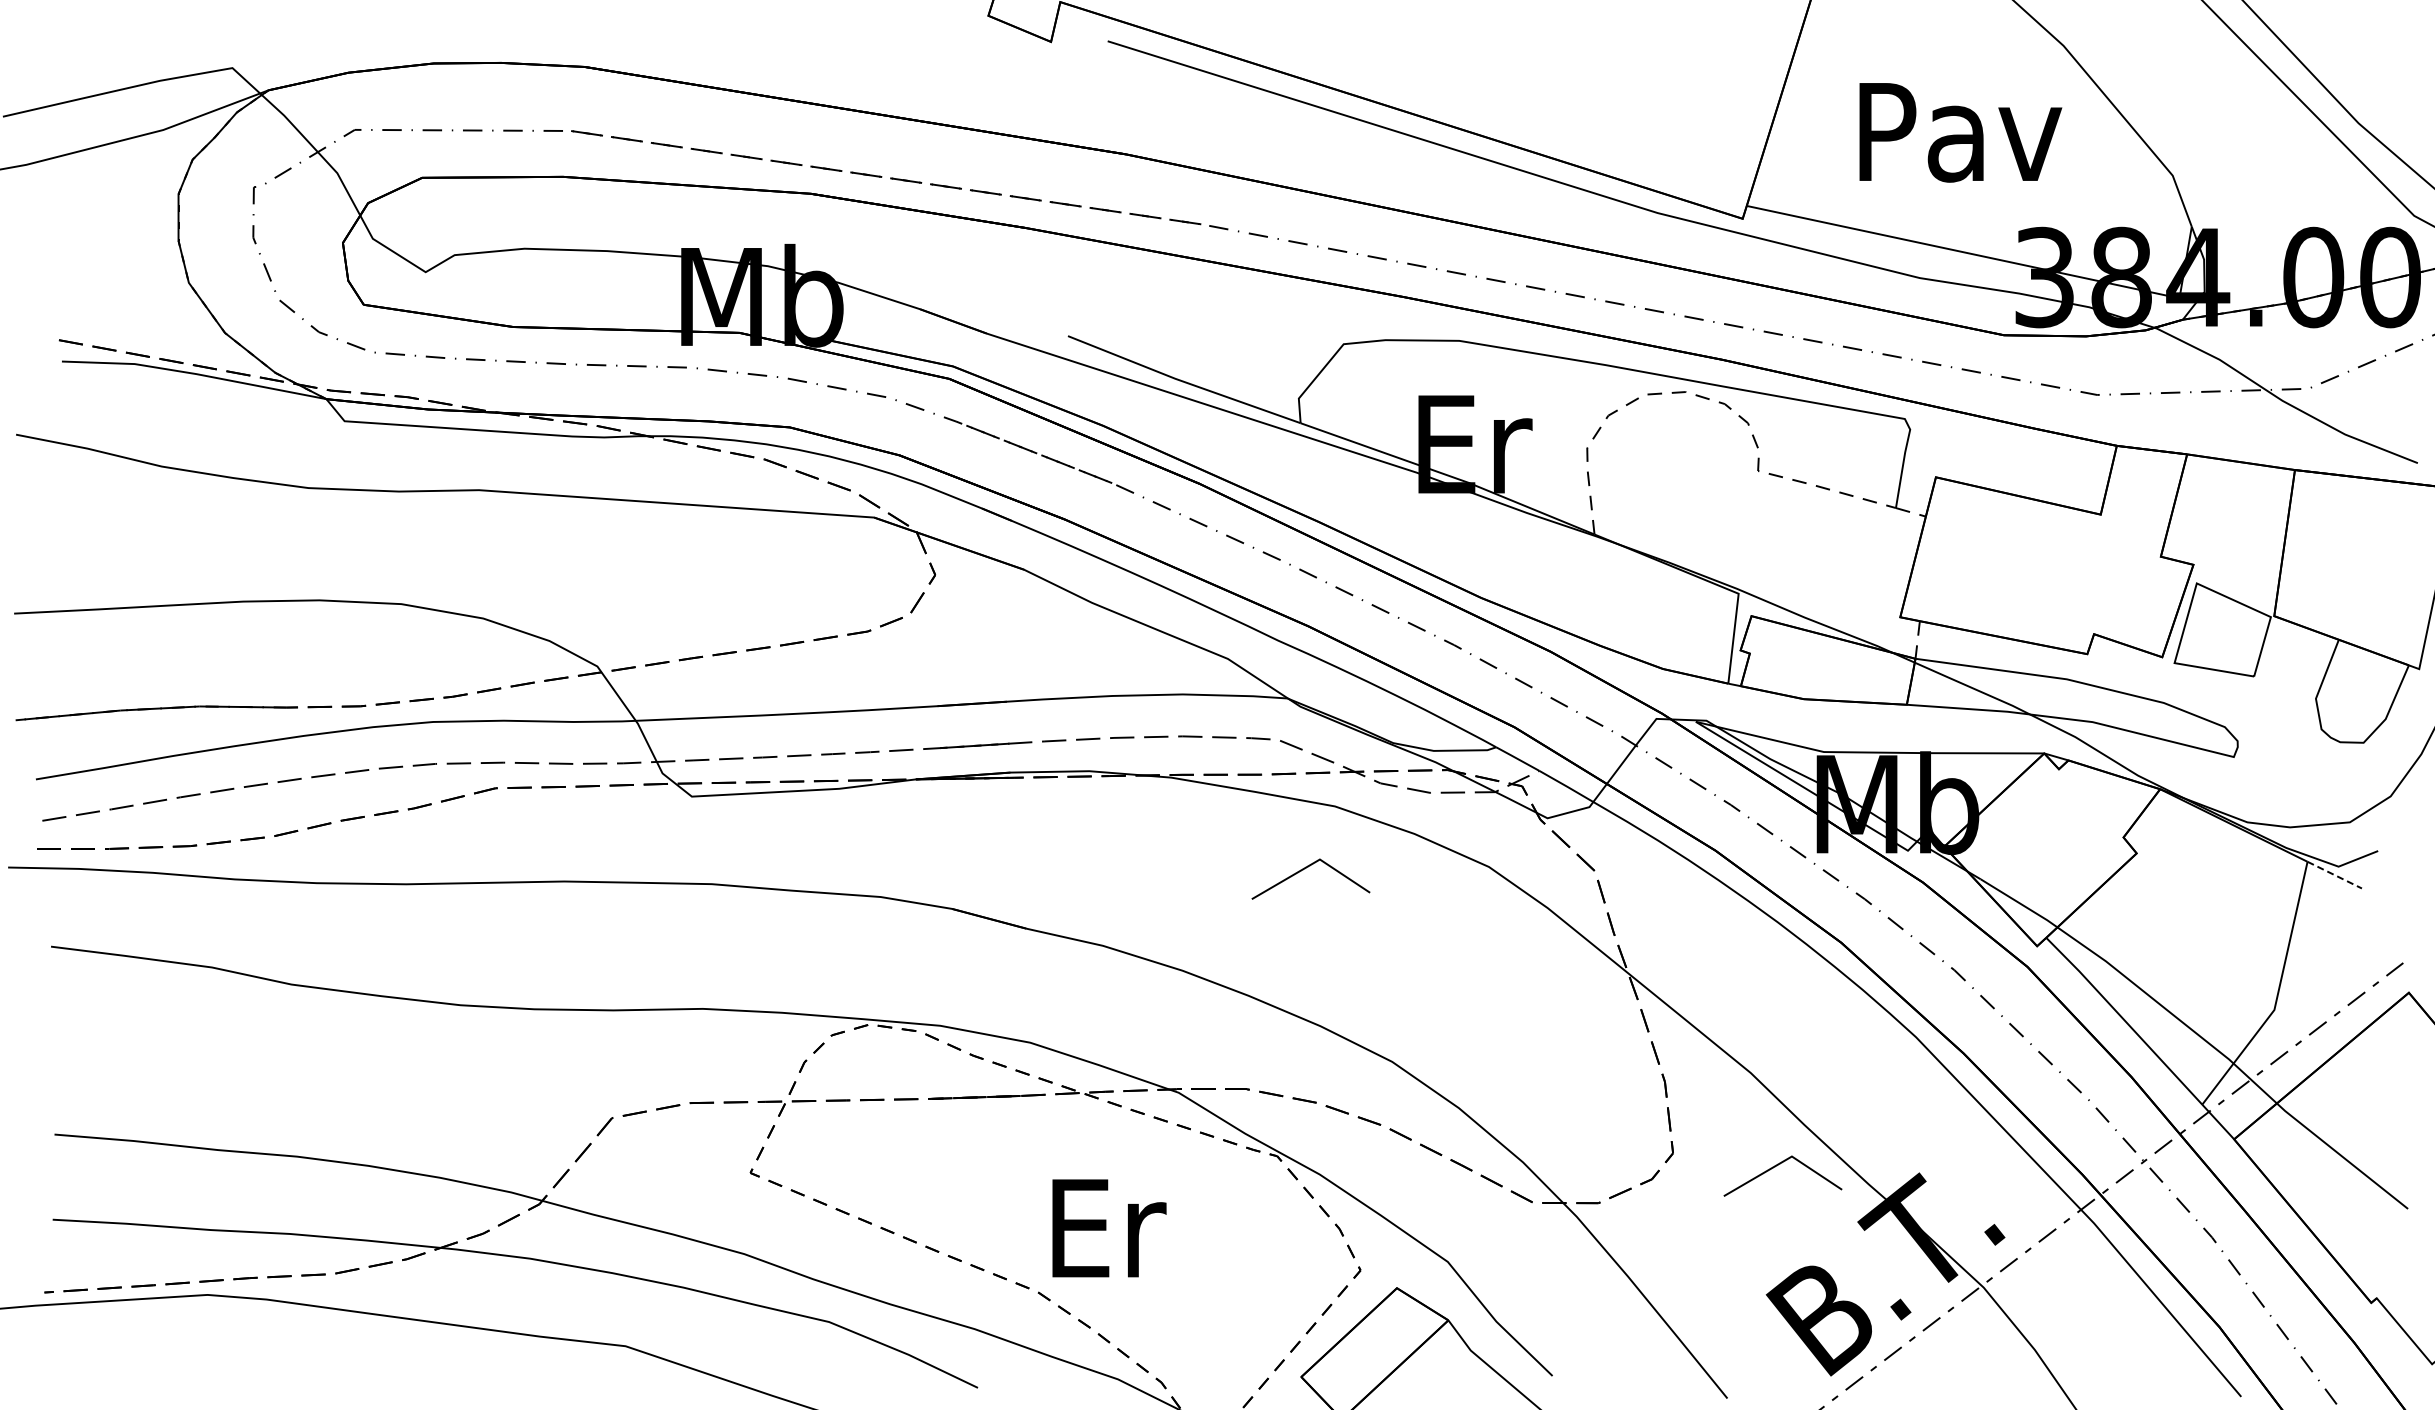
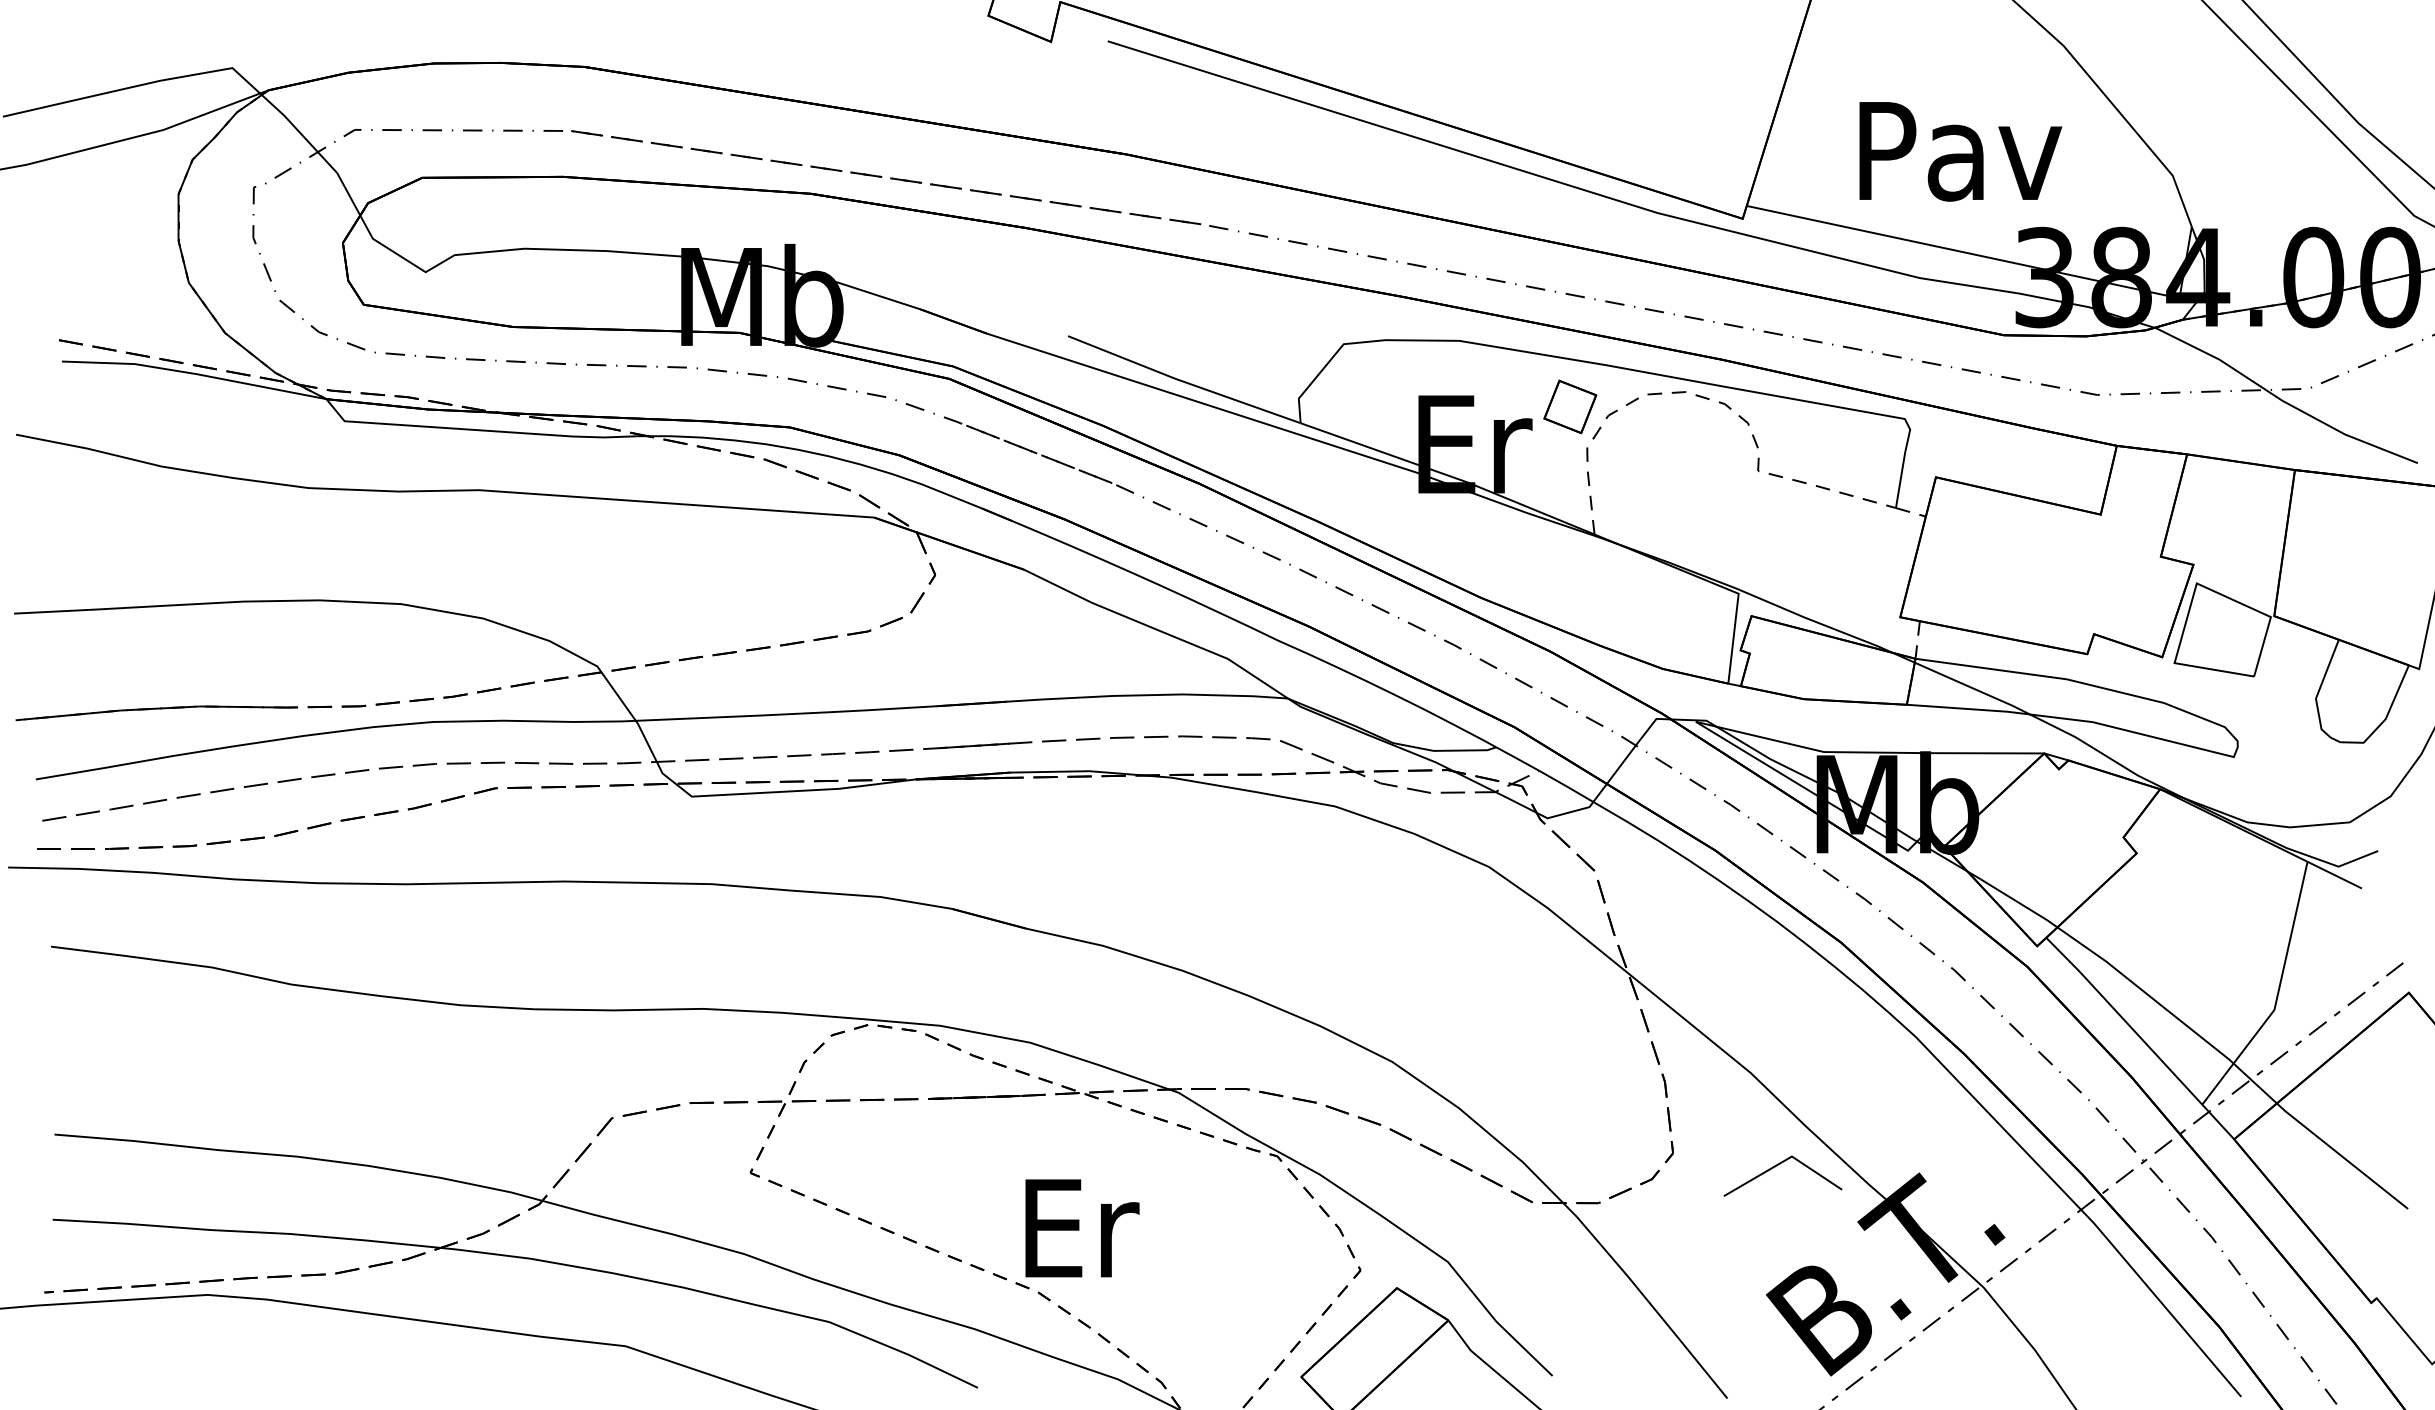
text at (1960, 132) position: (1960, 132) -> (1960, 151)
part at (1570, 406): none -> present
line at (1303, 870): present -> none
line at (2335, 875): dashed -> solid
text at (1109, 1228) position: (1109, 1228) -> (1082, 1228)
